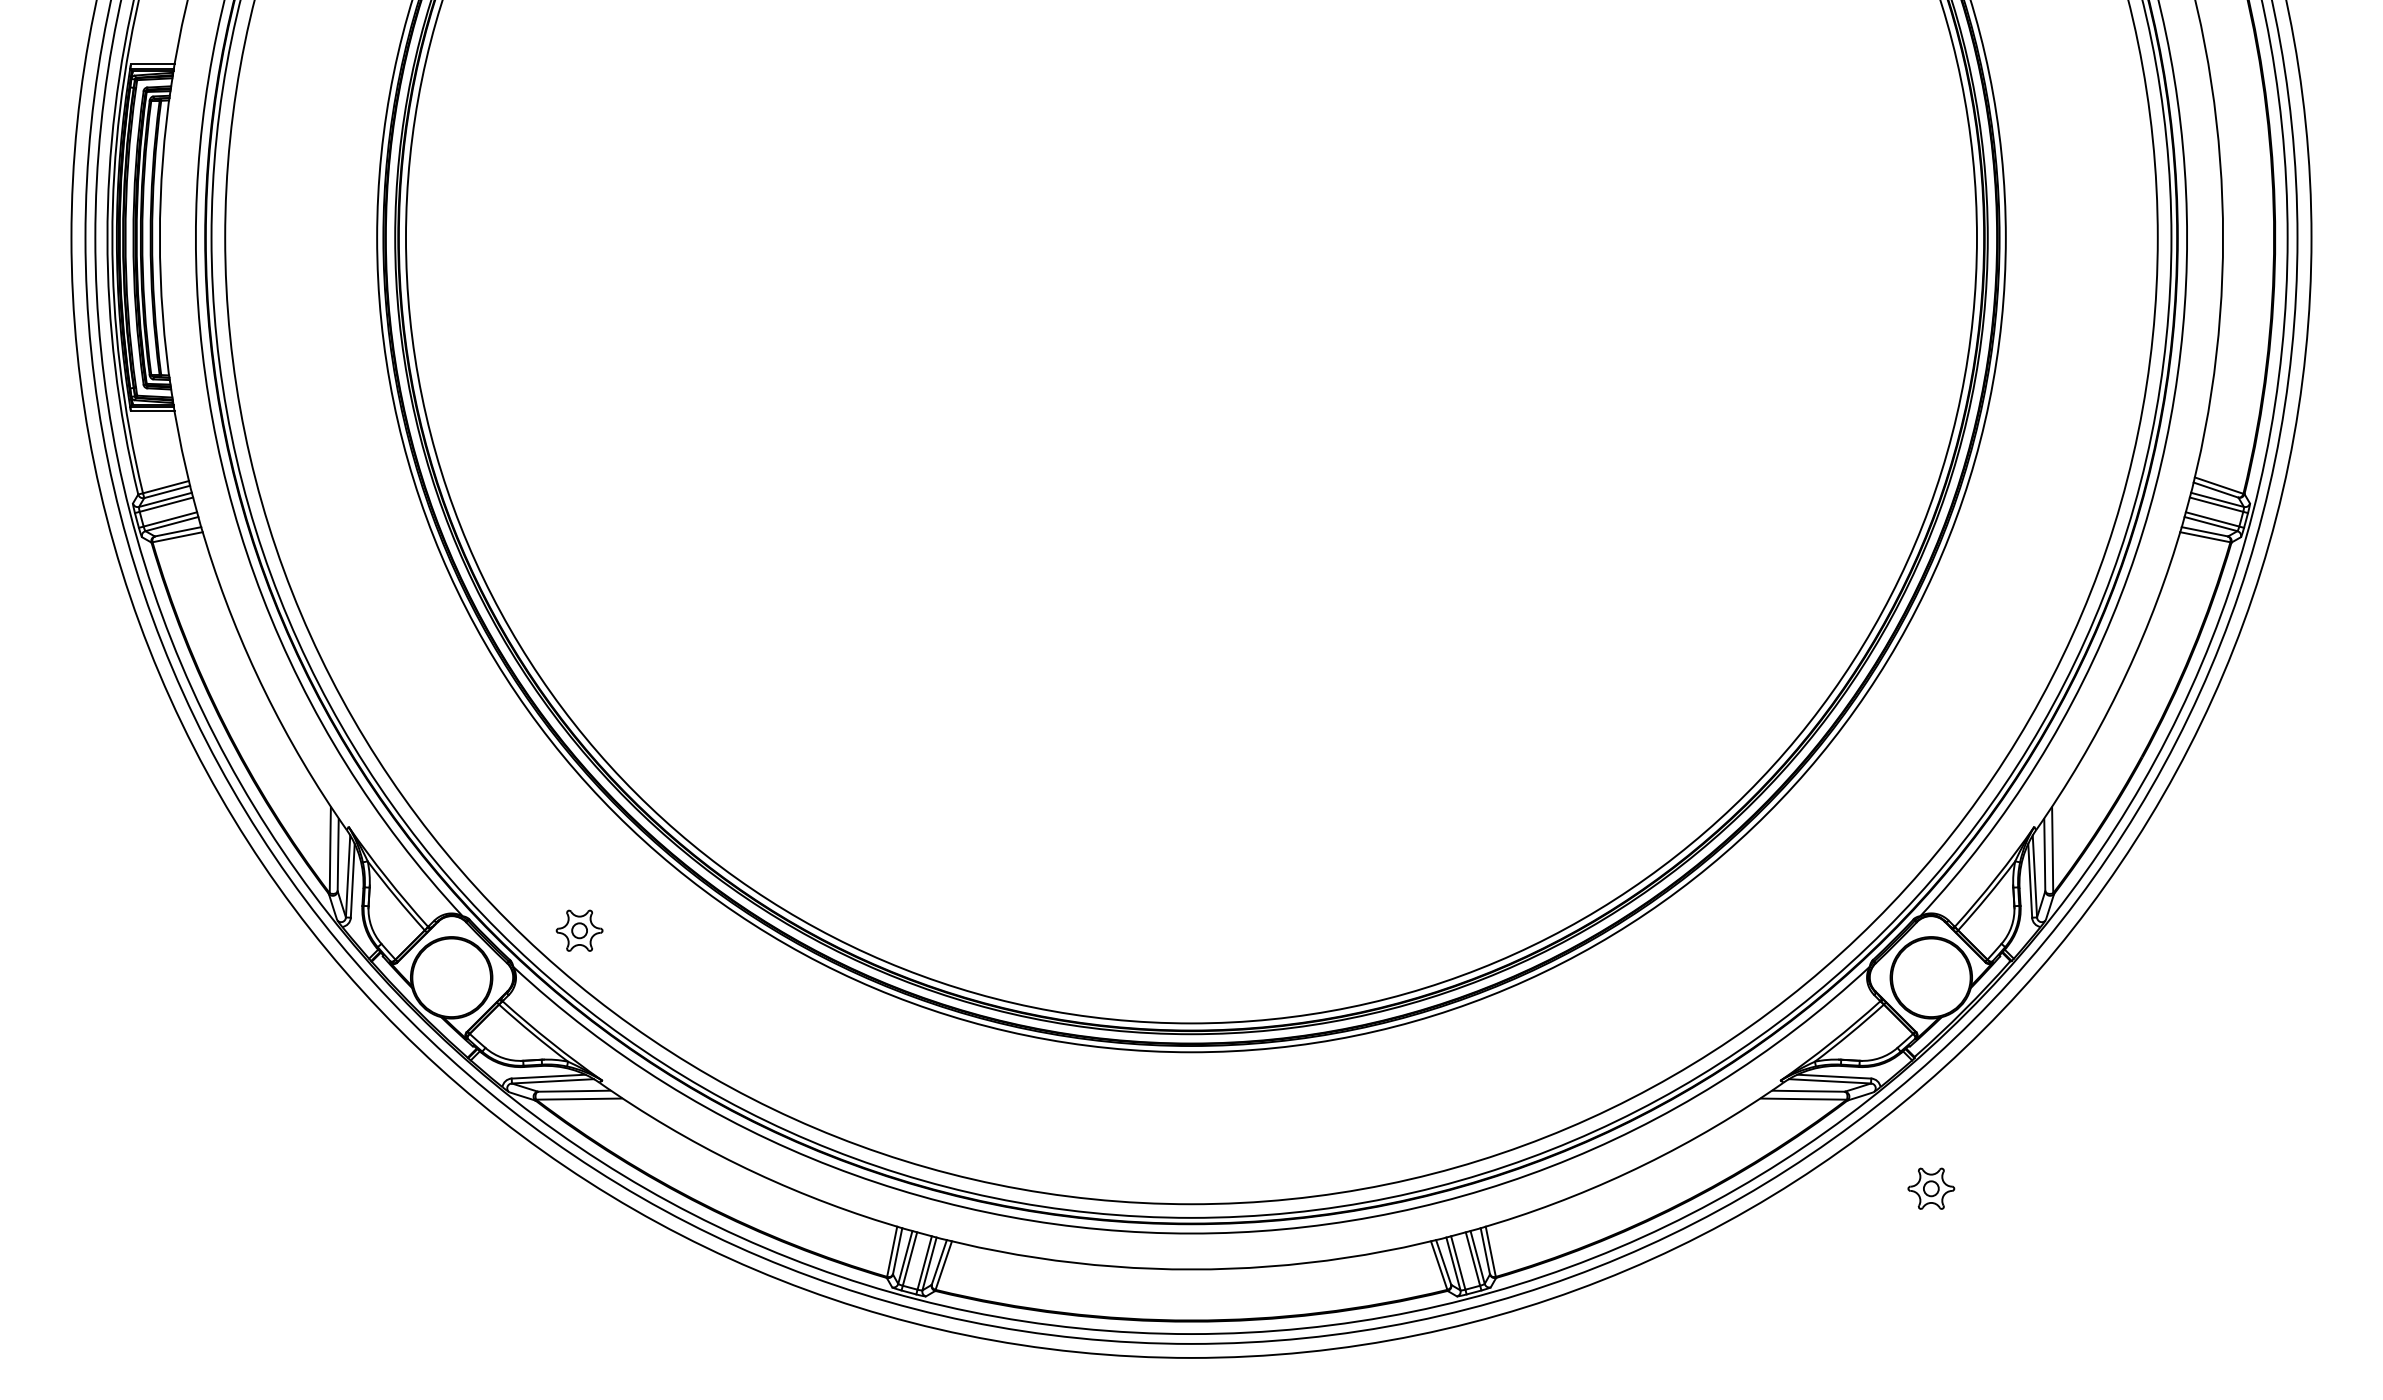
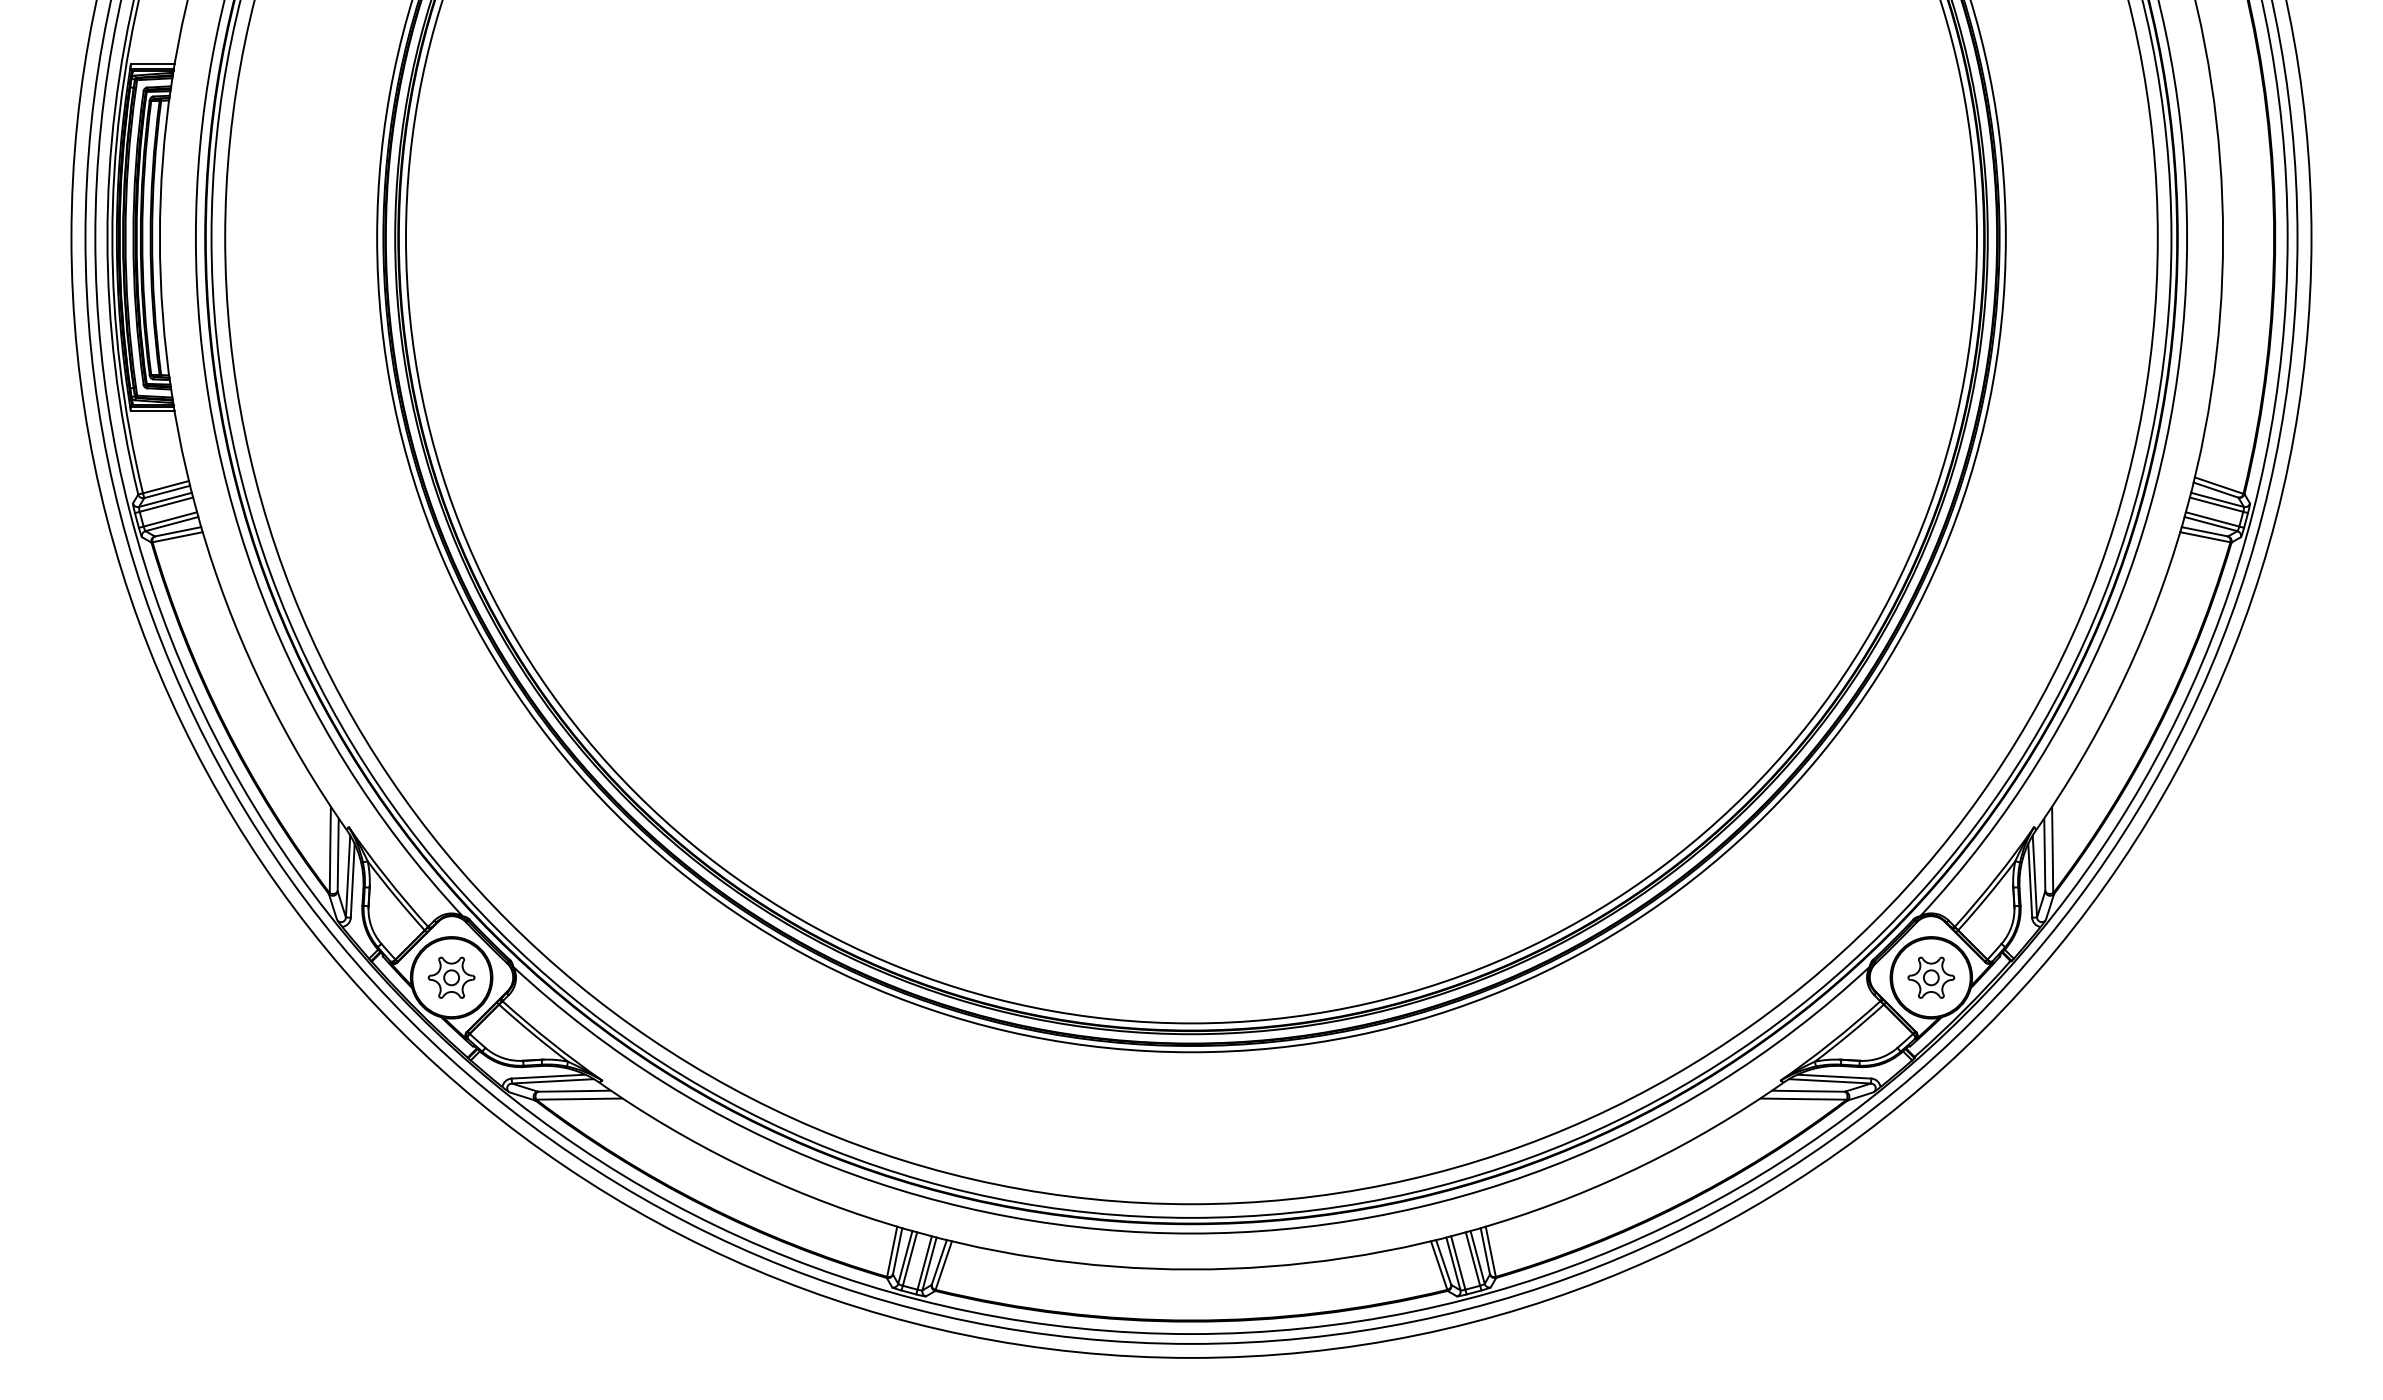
part at (579, 930) position: (579, 930) -> (451, 977)
part at (1931, 1188) position: (1931, 1188) -> (1931, 977)
